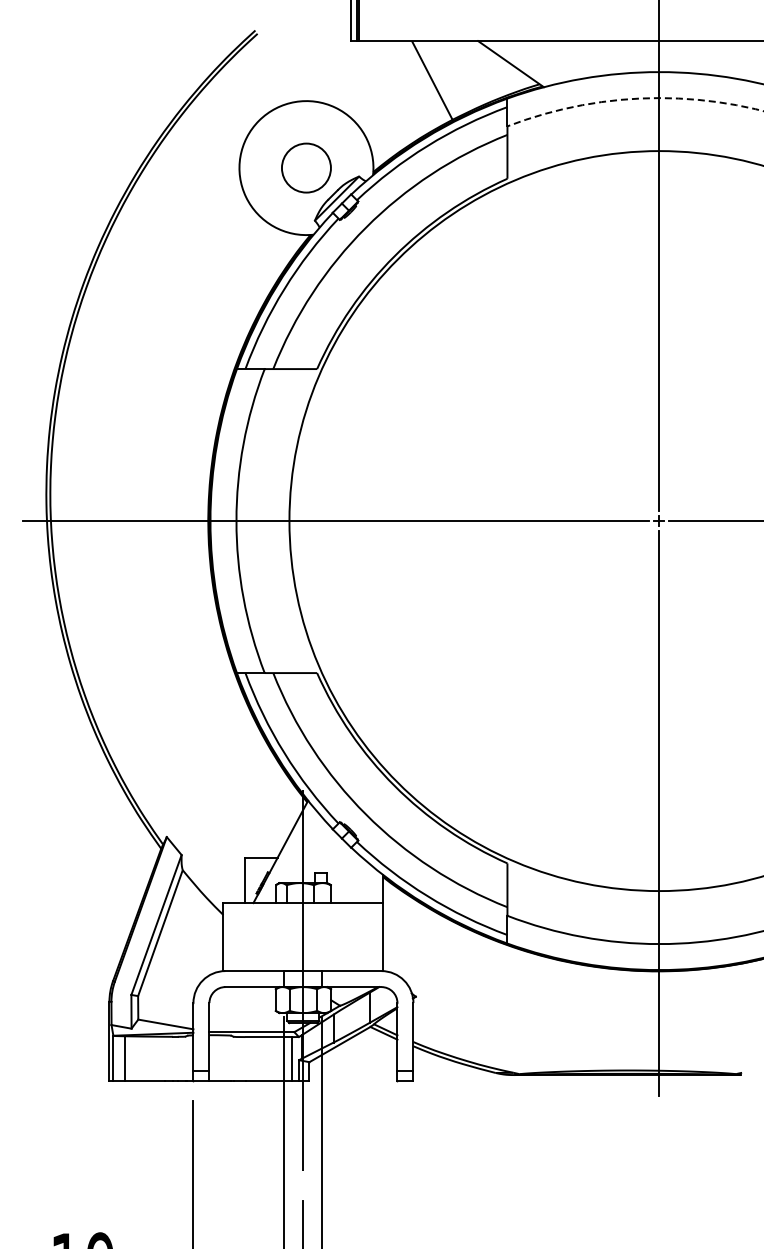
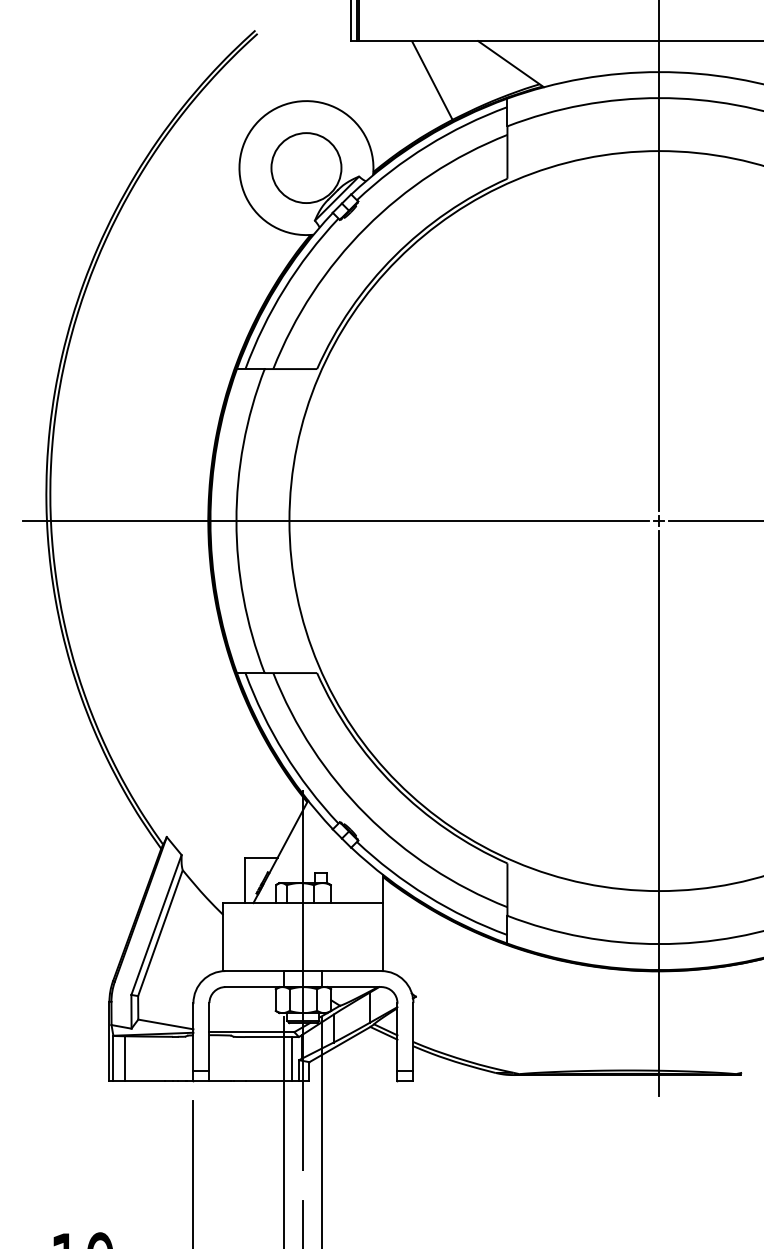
arc at (635, 98): dashed -> solid
circle at (305, 167) diameter: 49 px -> 70 px
